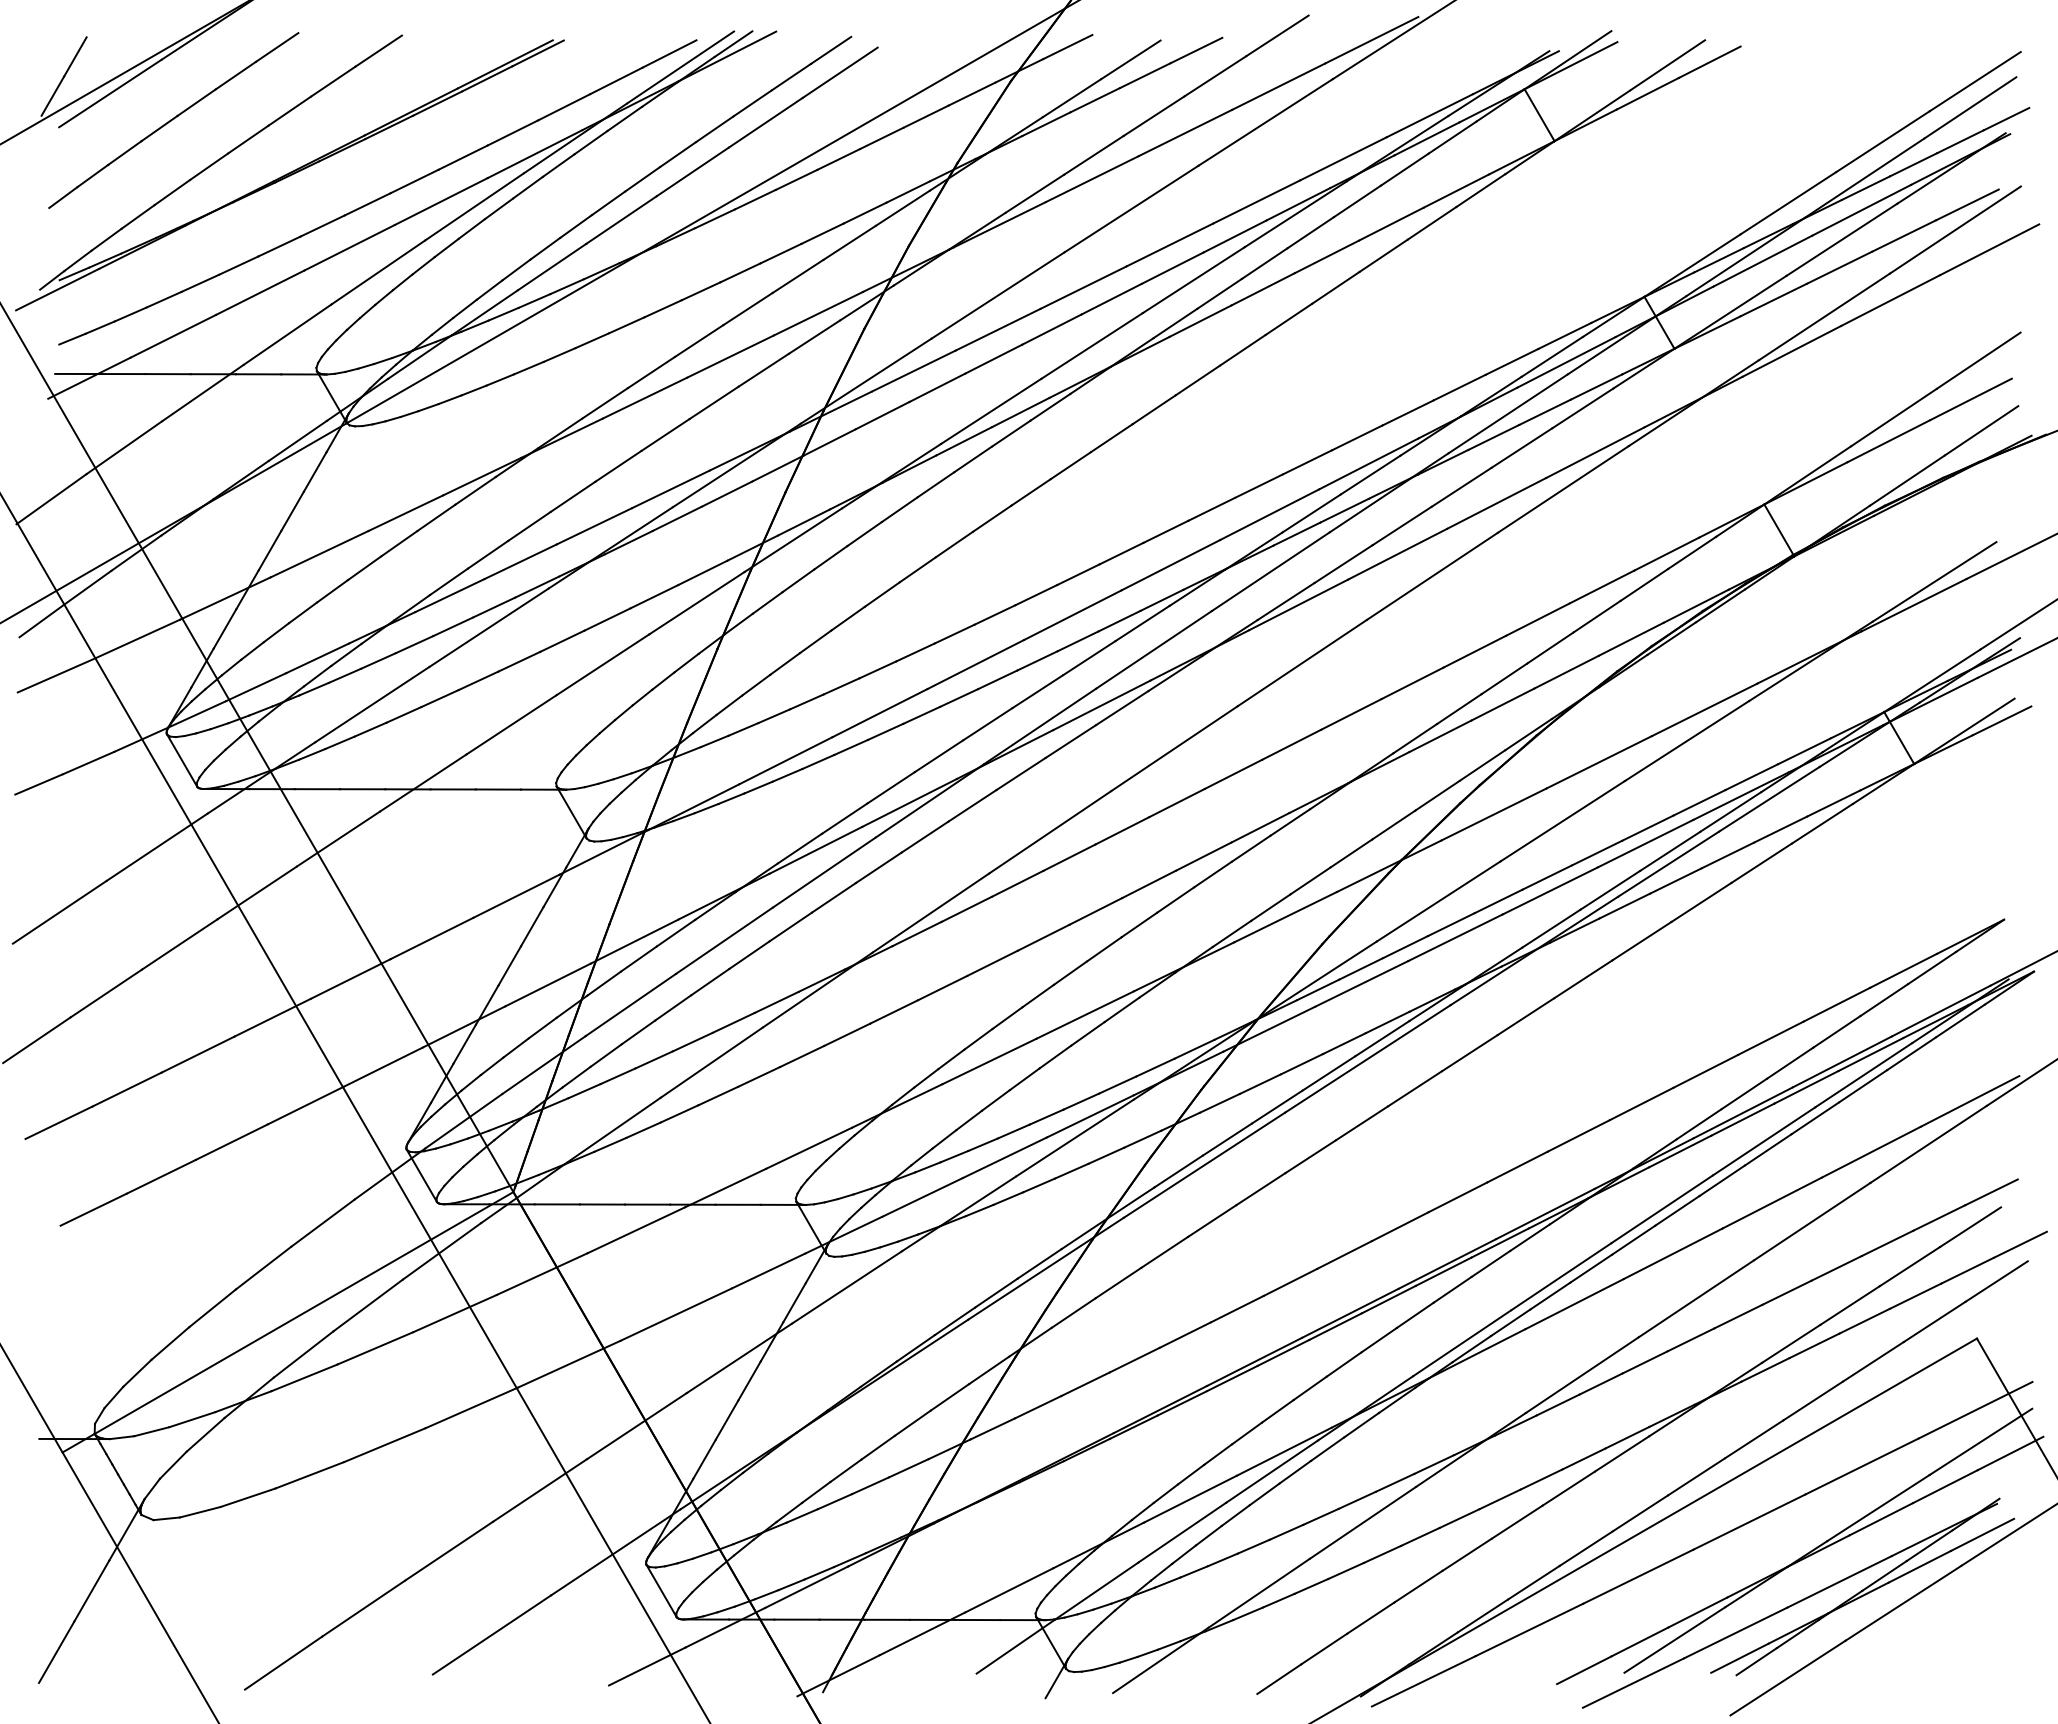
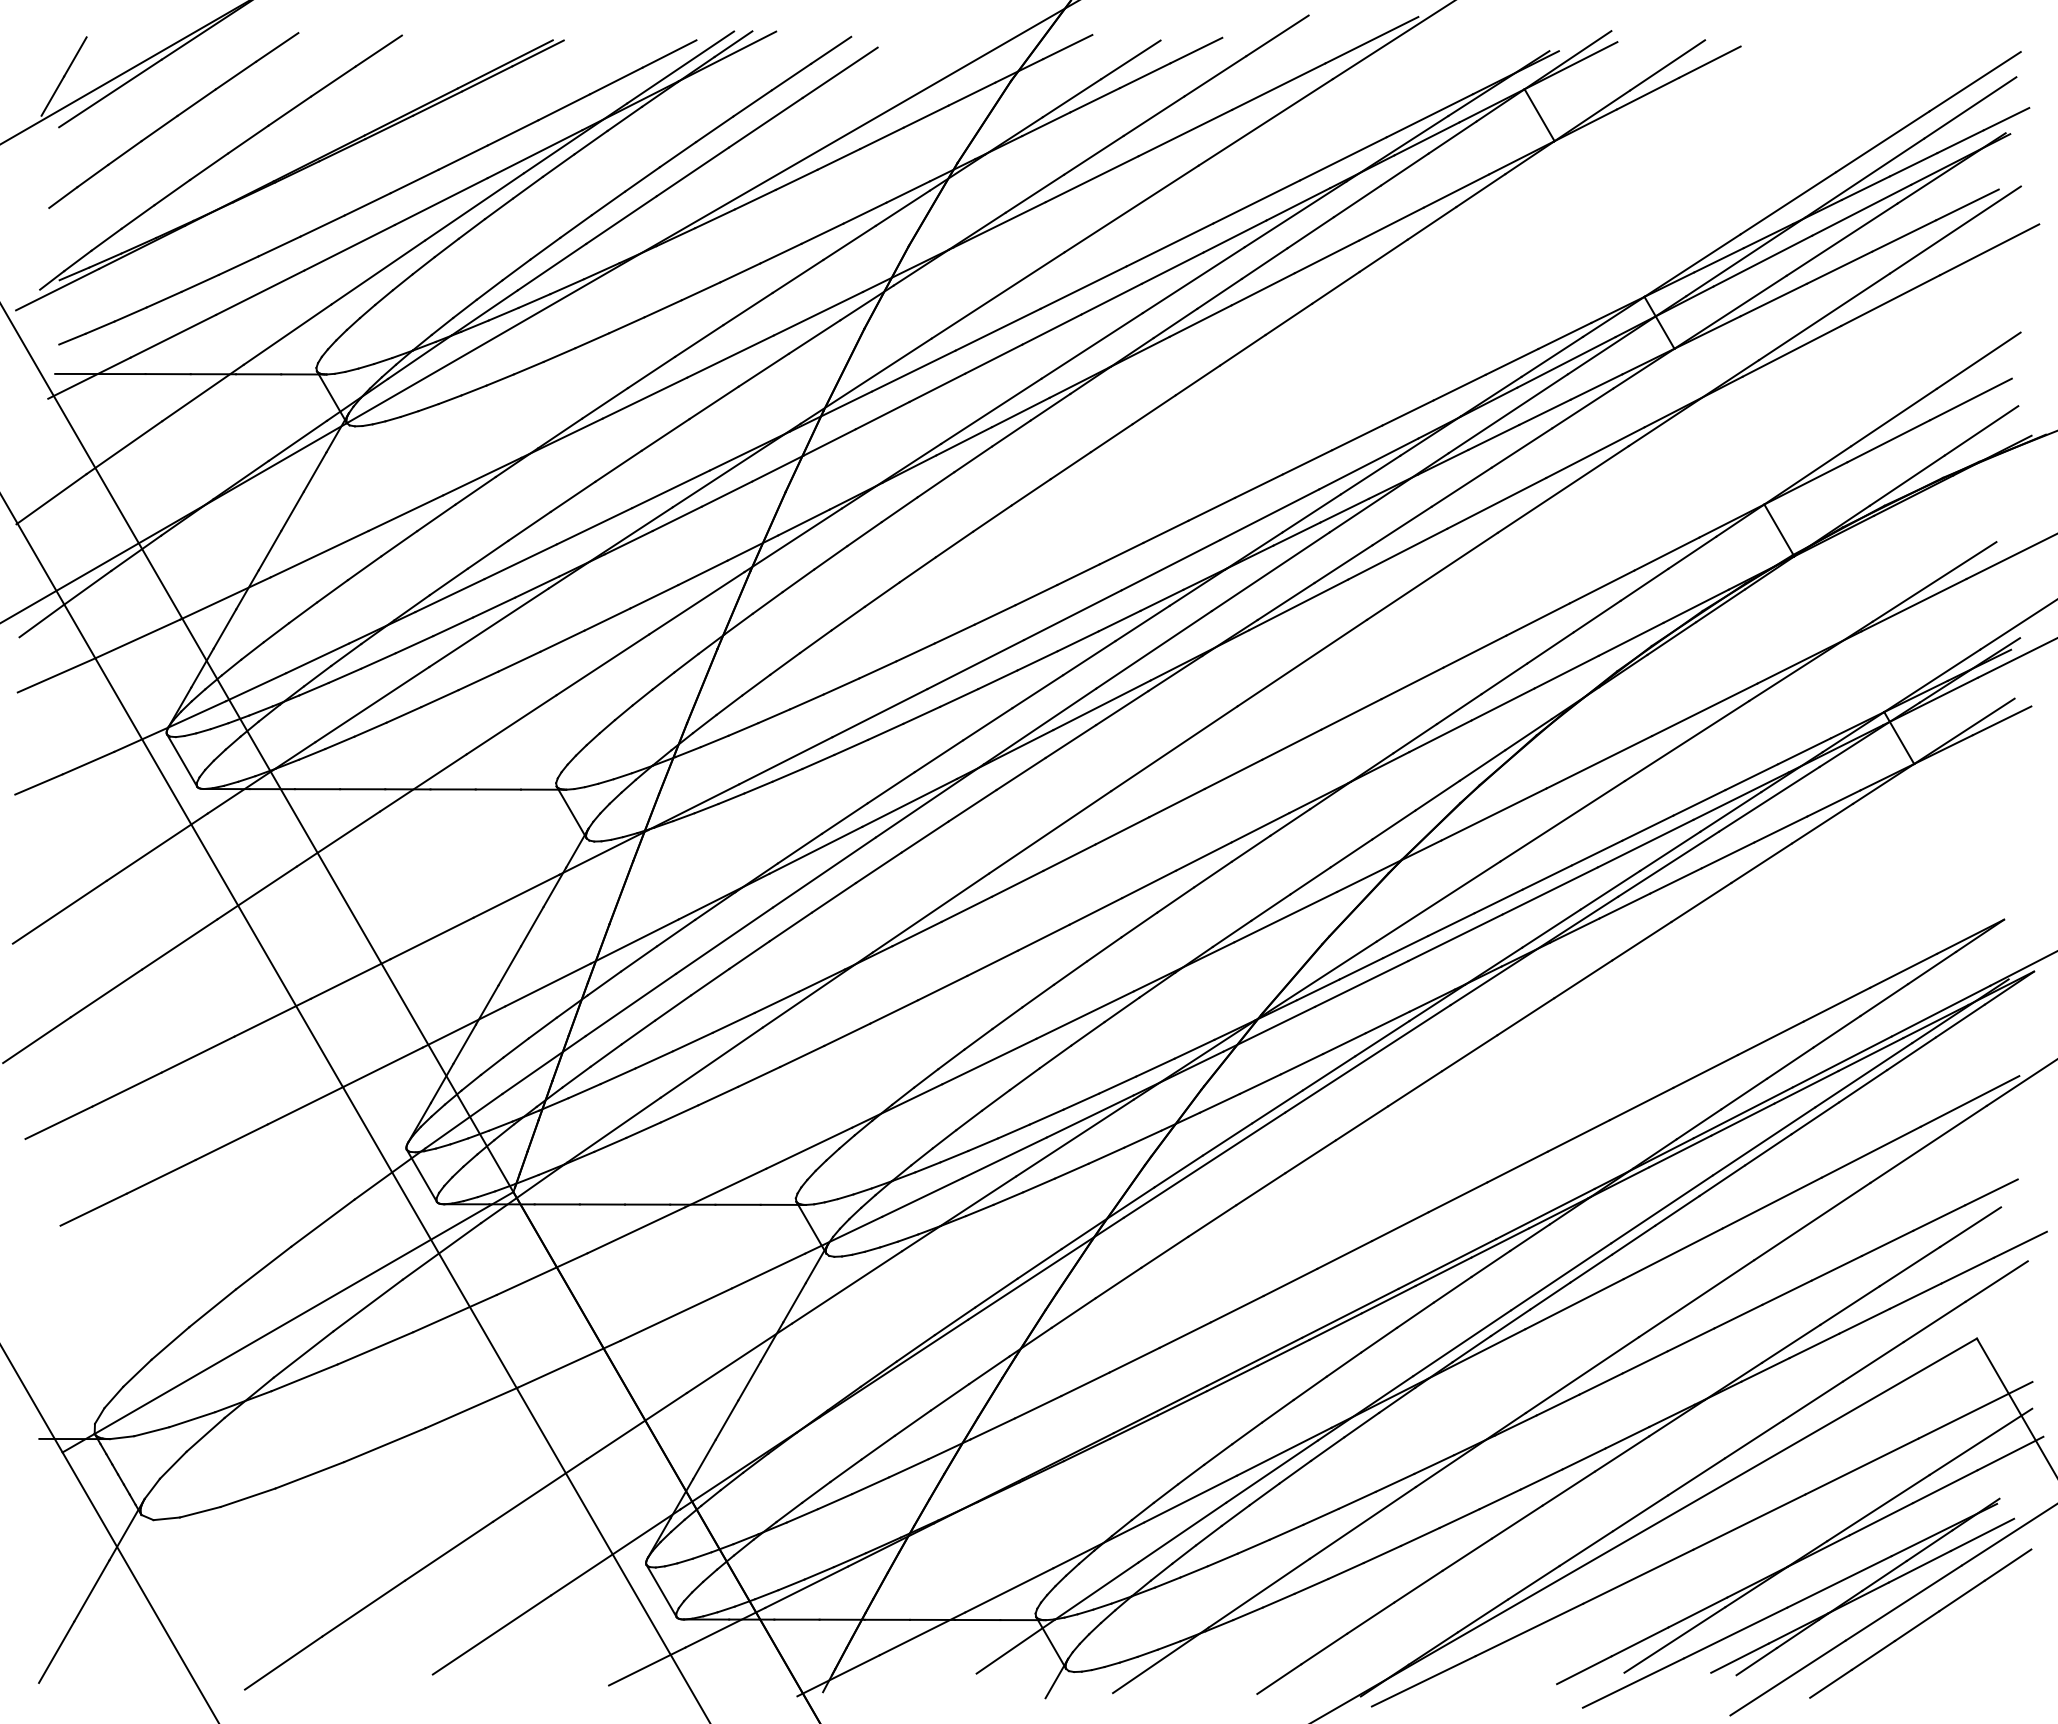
line at (1920, 1623): none -> present
